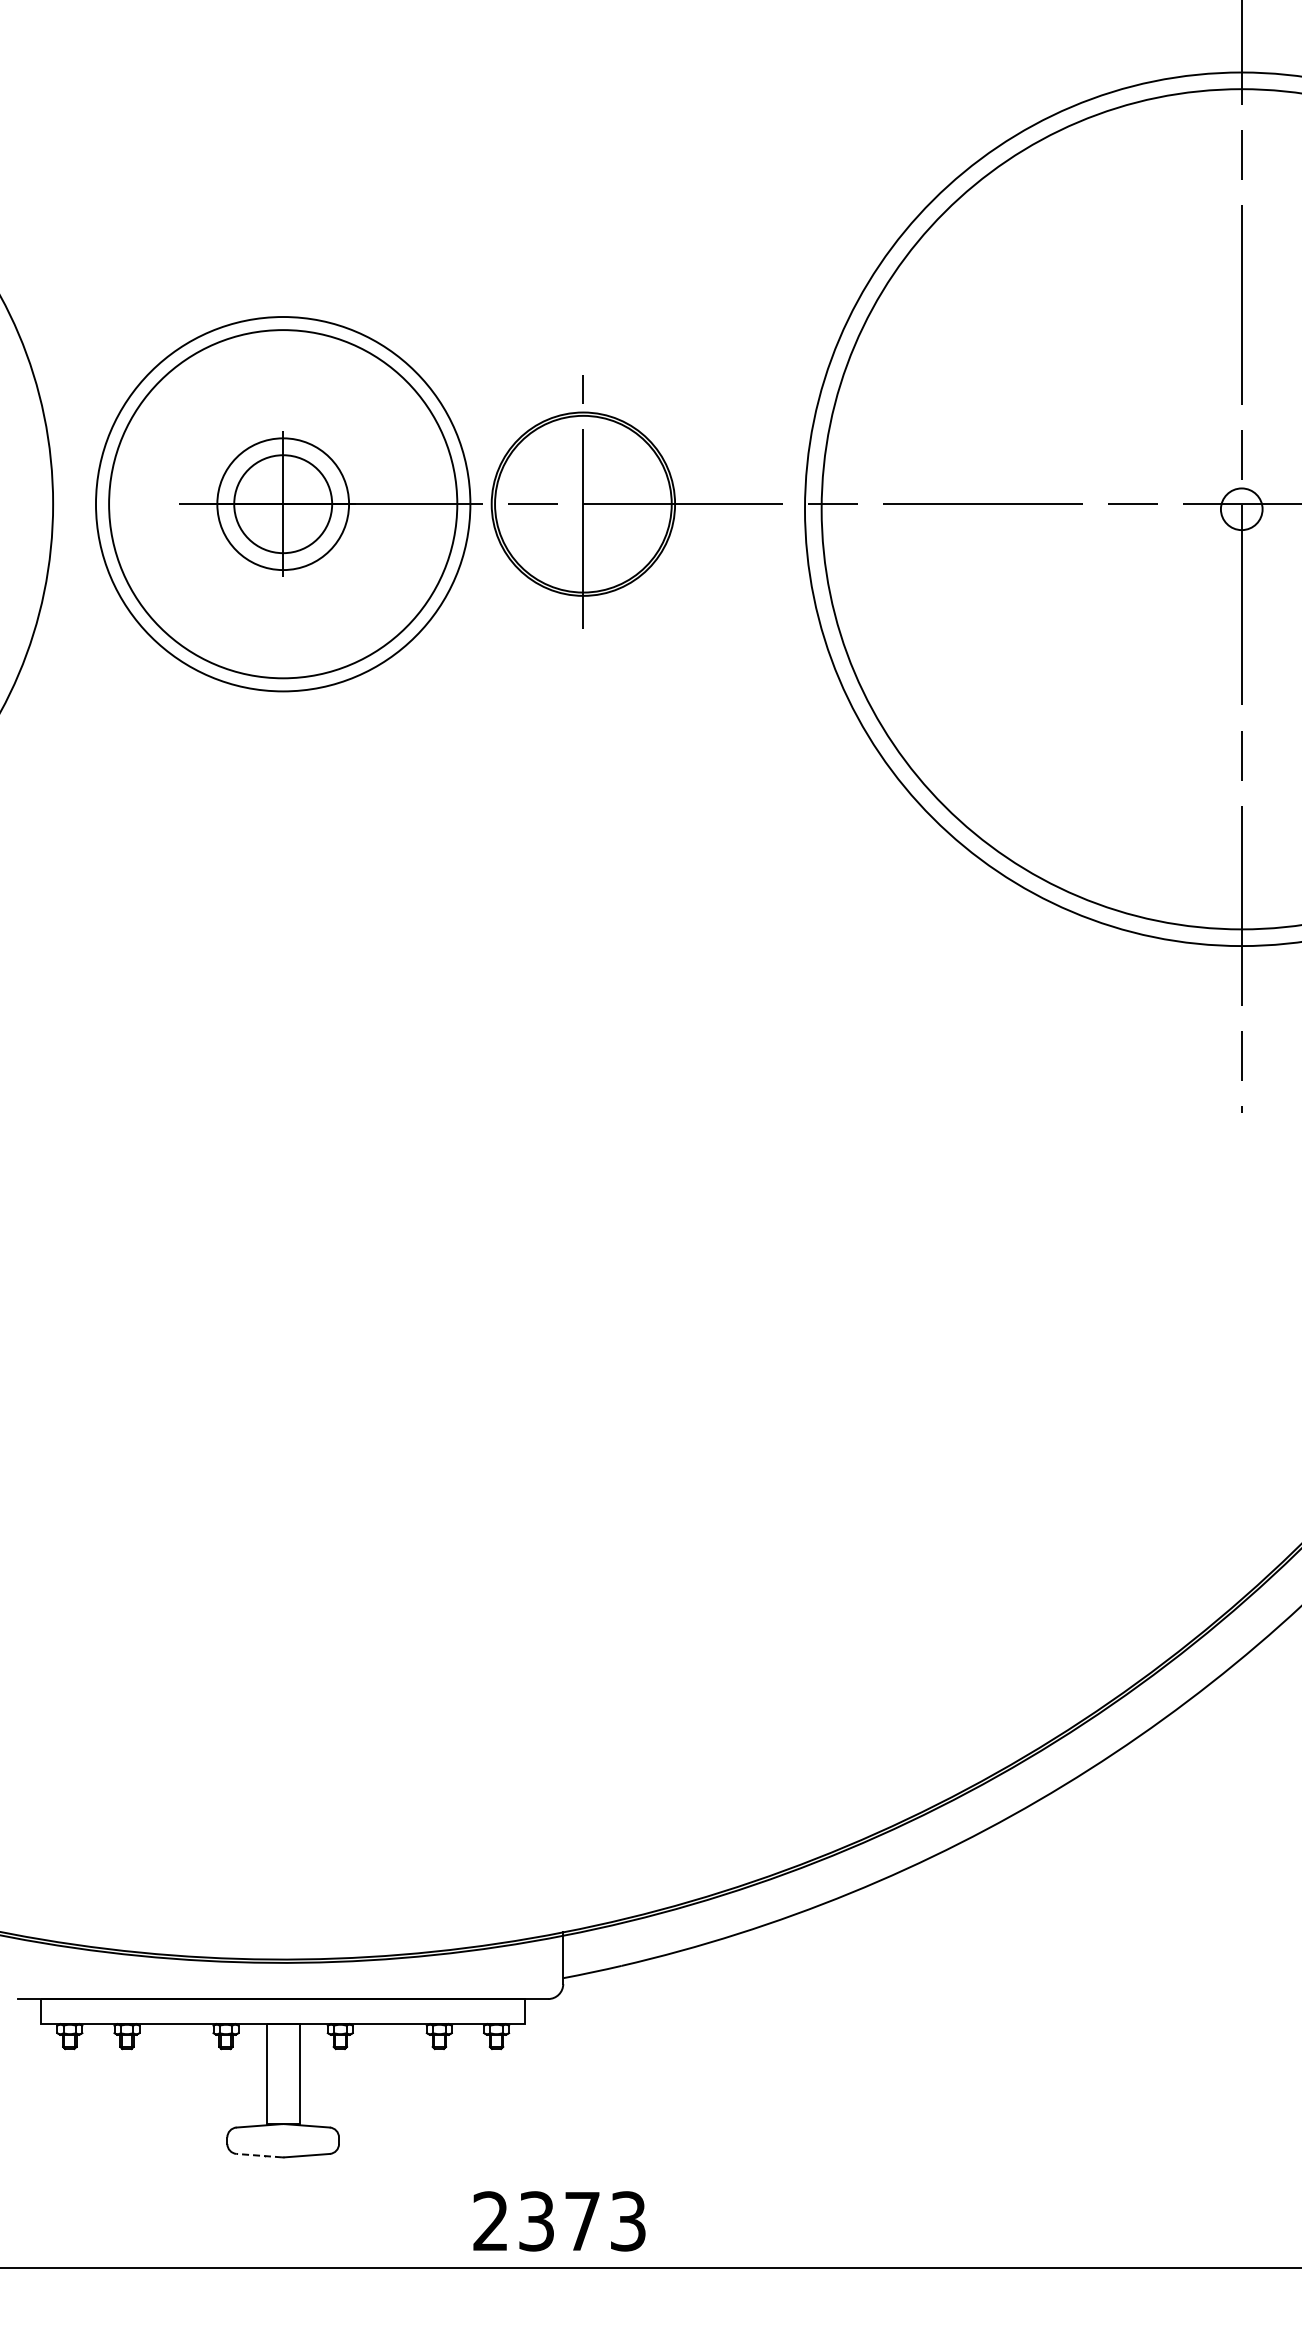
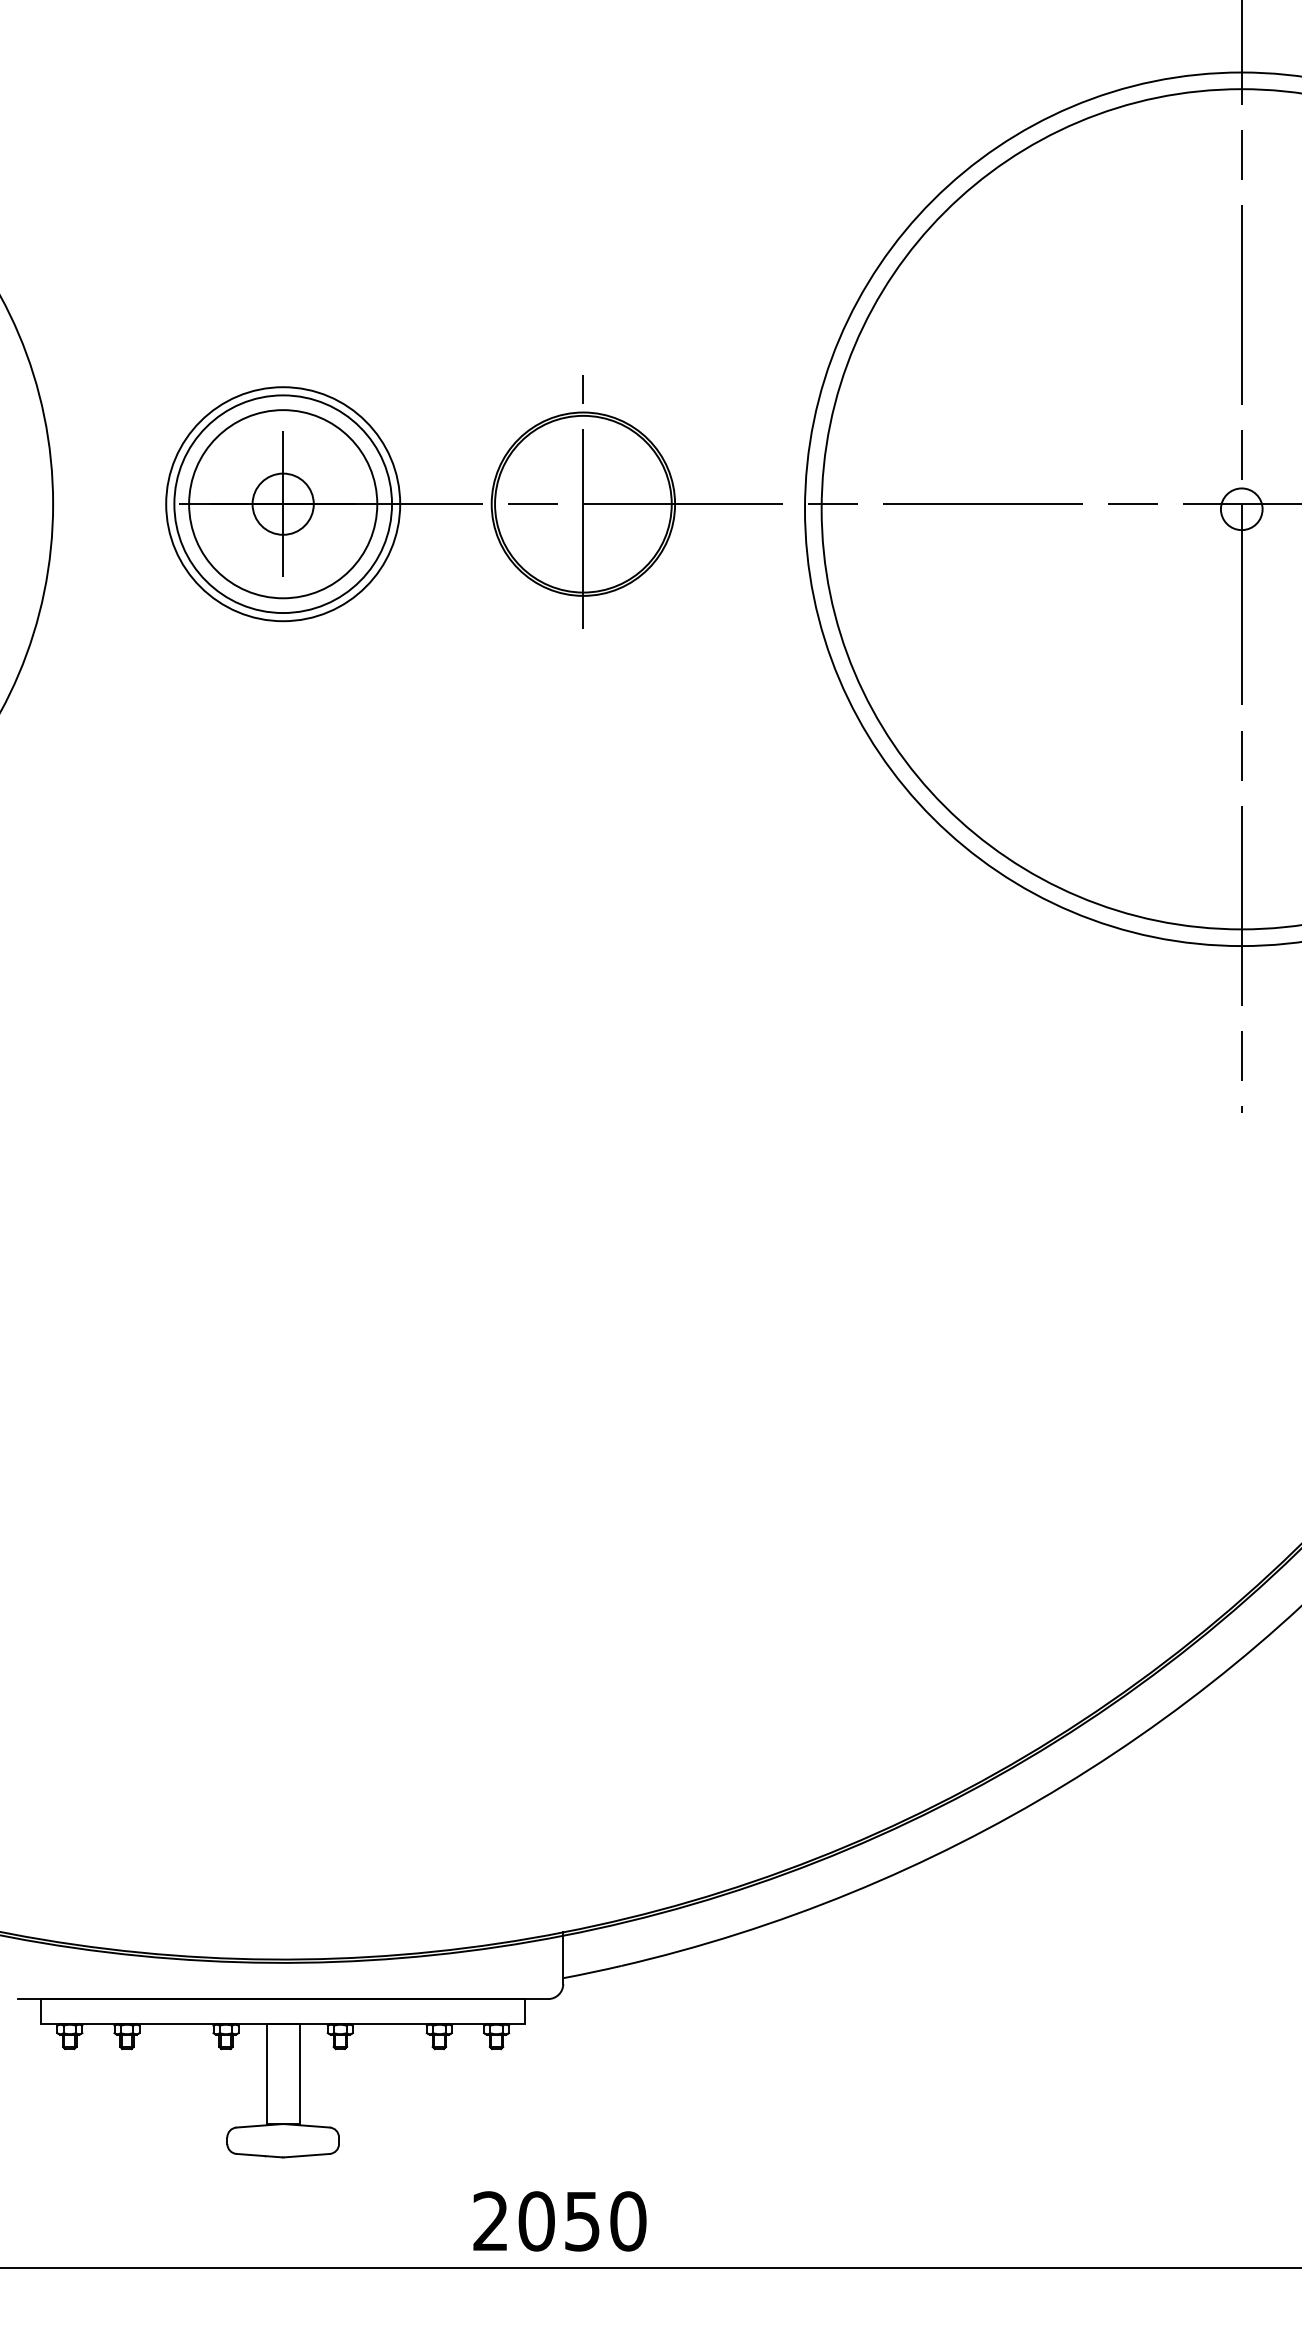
circle at (283, 504) diameter: 132 px -> 188 px
circle at (283, 504) diameter: 348 px -> 218 px
circle at (283, 504) diameter: 374 px -> 234 px
circle at (283, 504) diameter: 98 px -> 61 px
line at (259, 2155): dashed -> solid
text at (582, 2221): 2373 -> 2050
